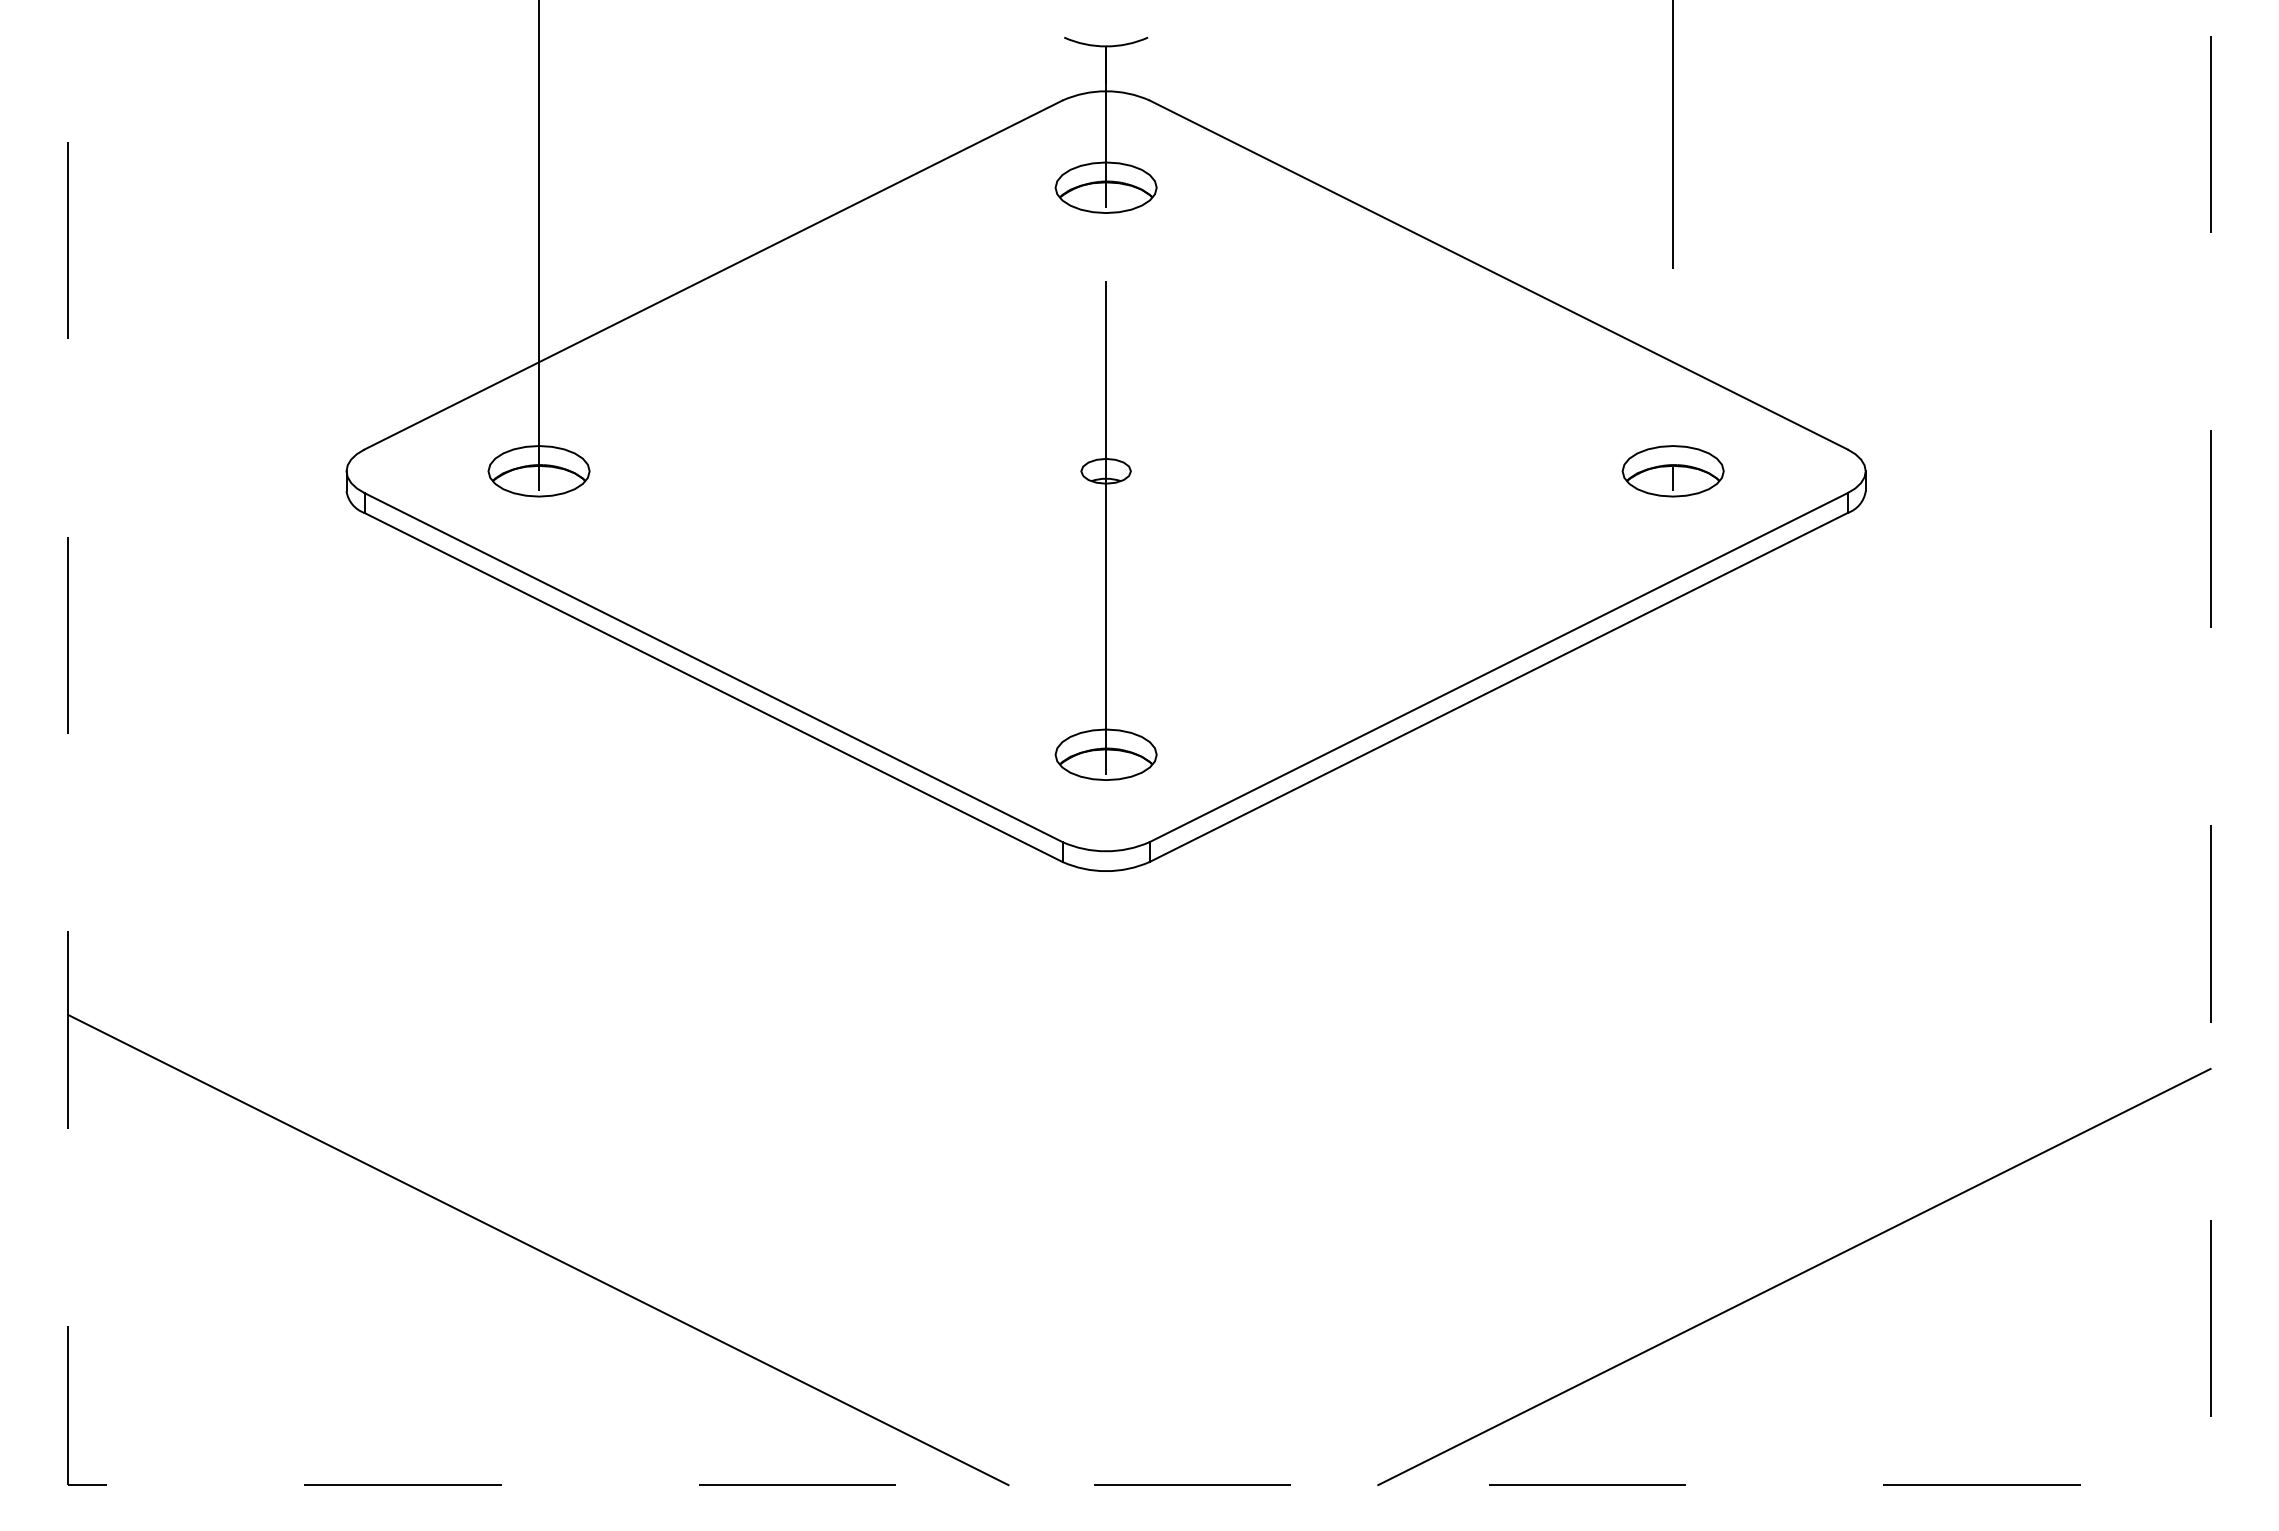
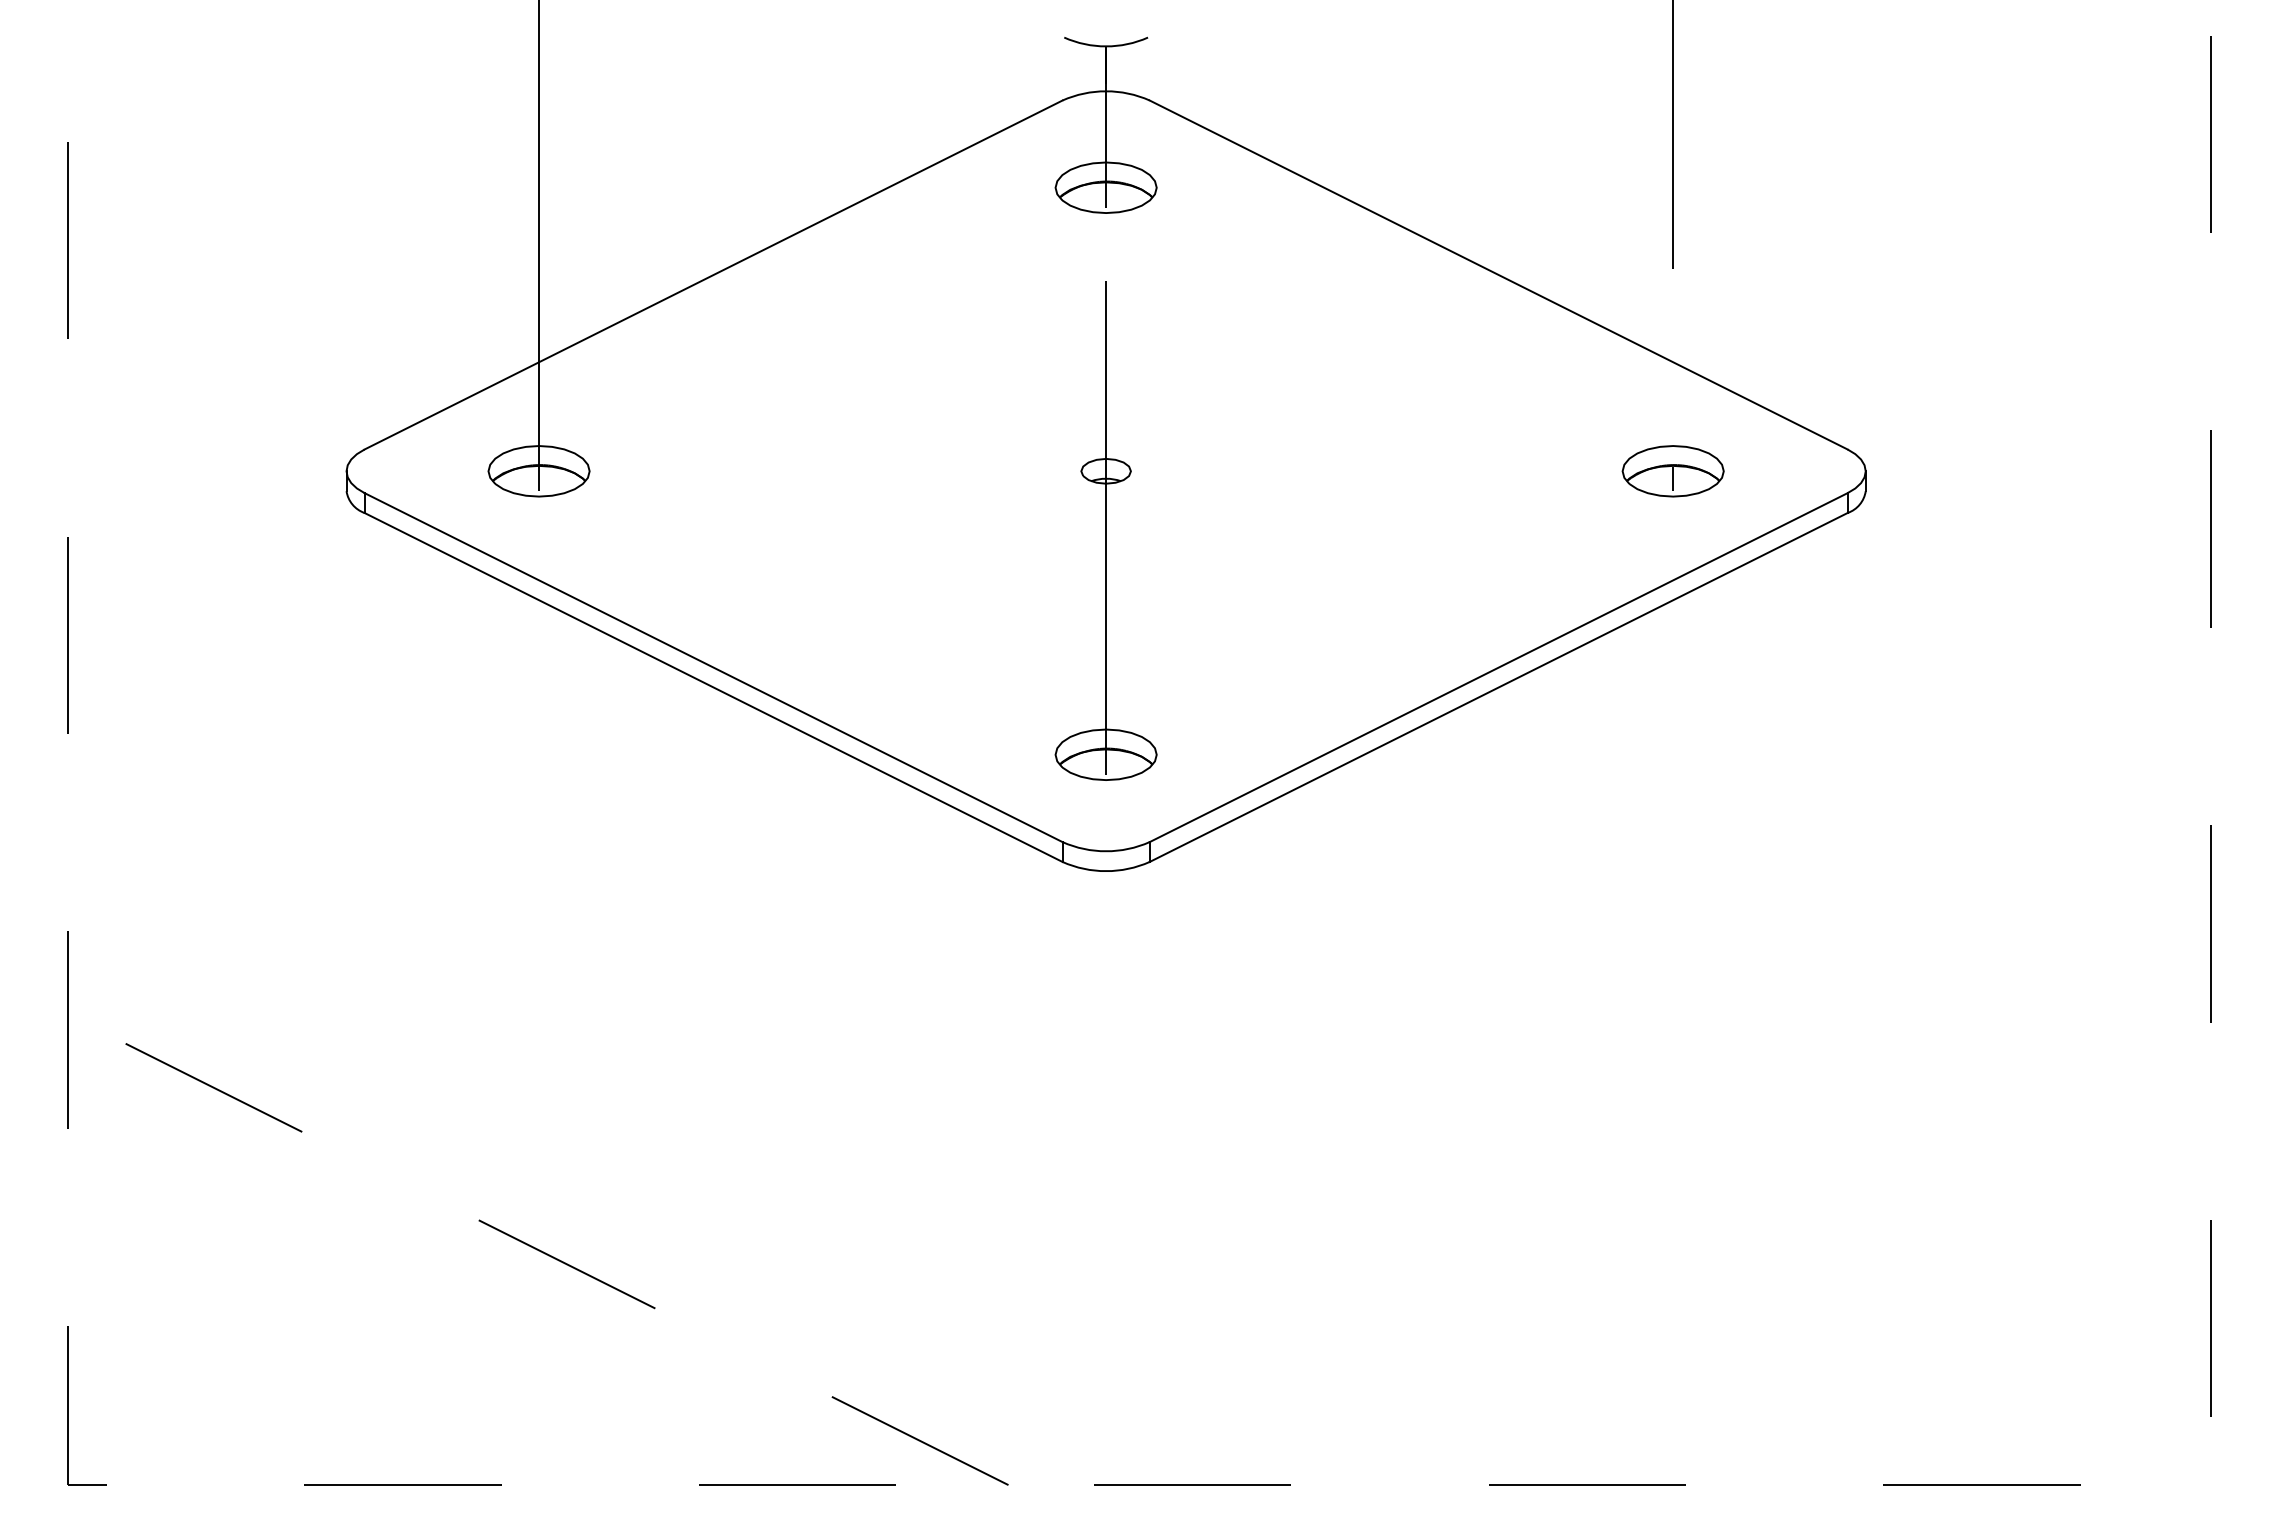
line at (538, 1250): solid -> dashed
line at (1794, 1276): present -> none
